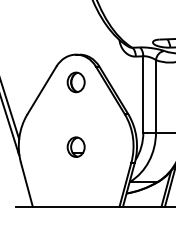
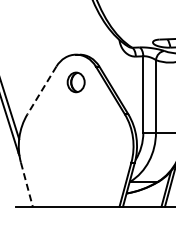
line at (41, 90): solid -> dashed
part at (75, 146): present -> none
line at (26, 184): solid -> dashed
